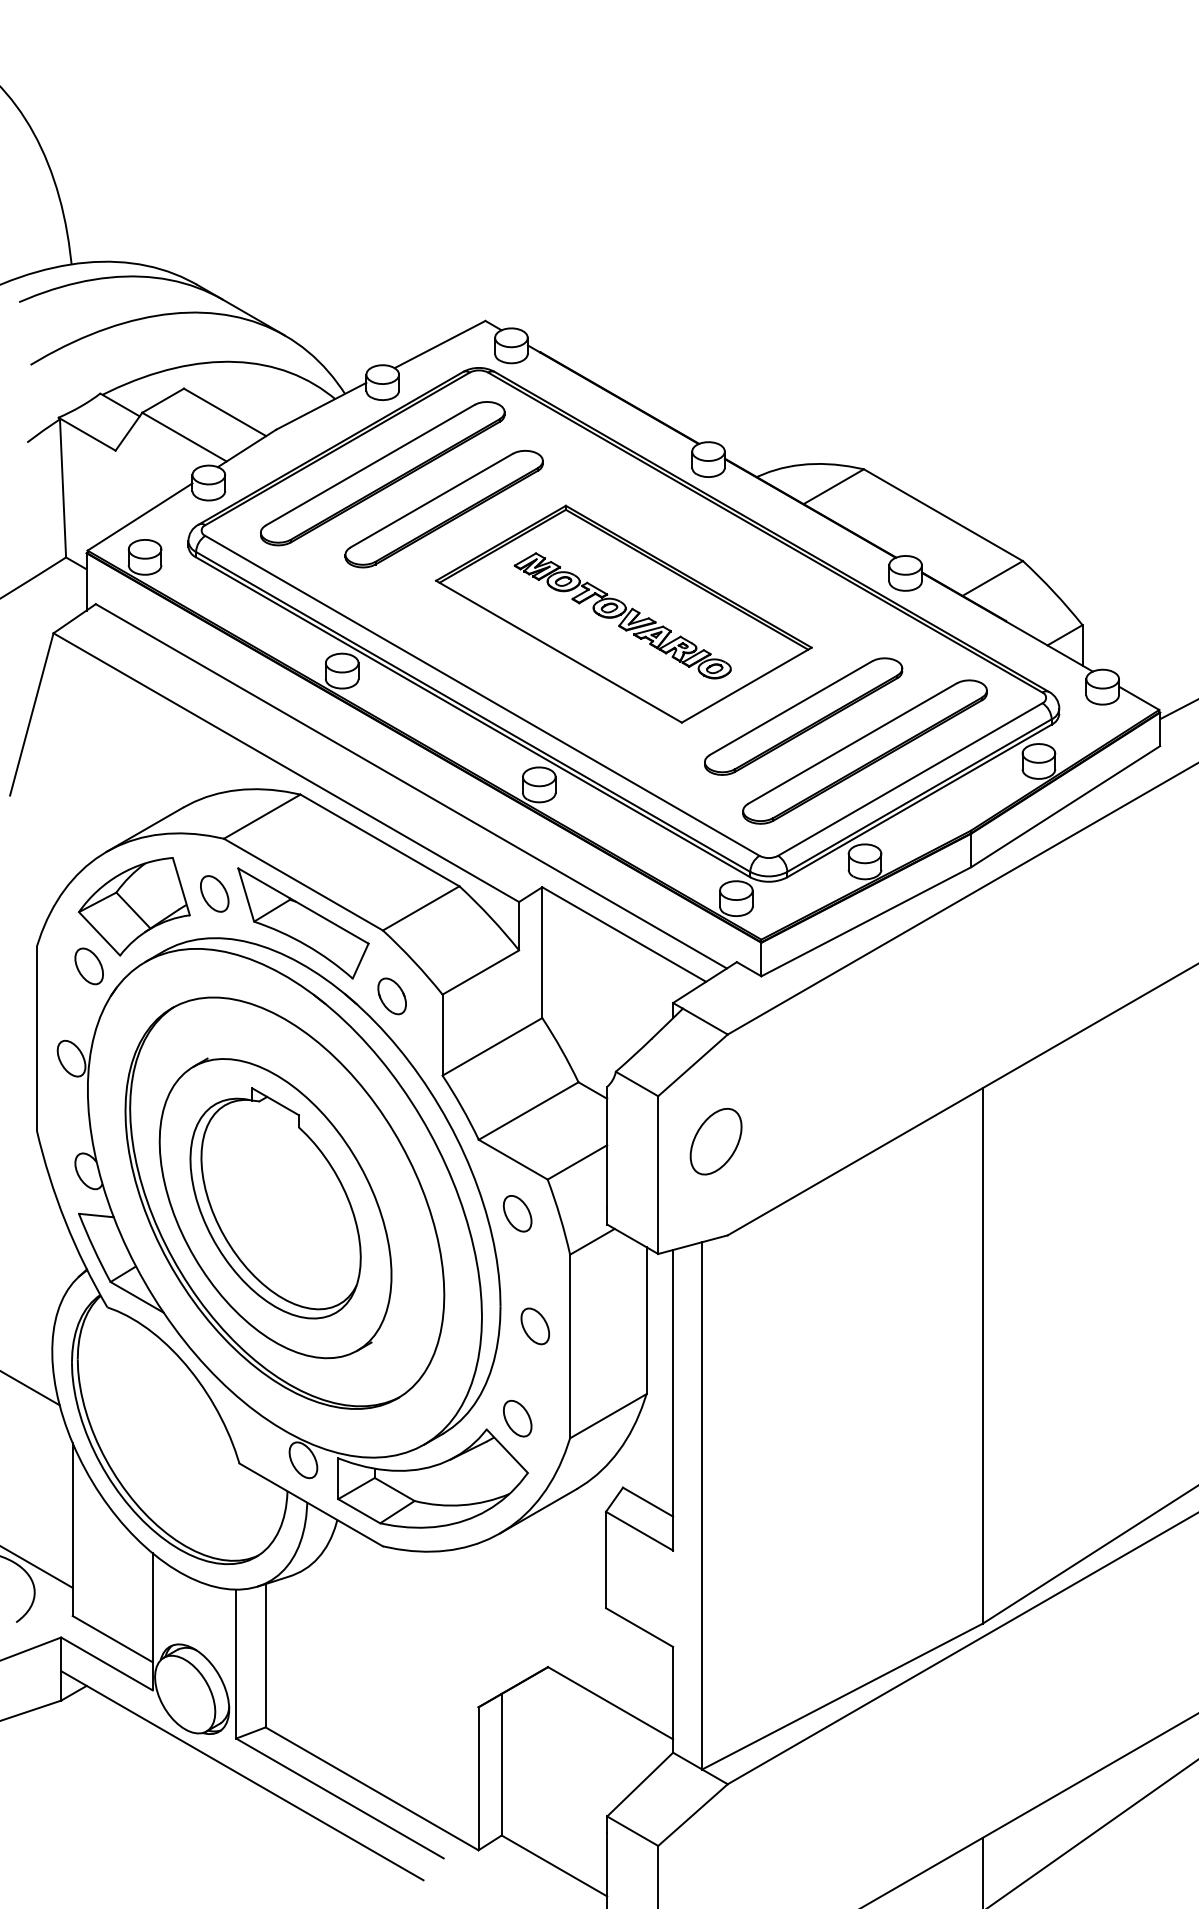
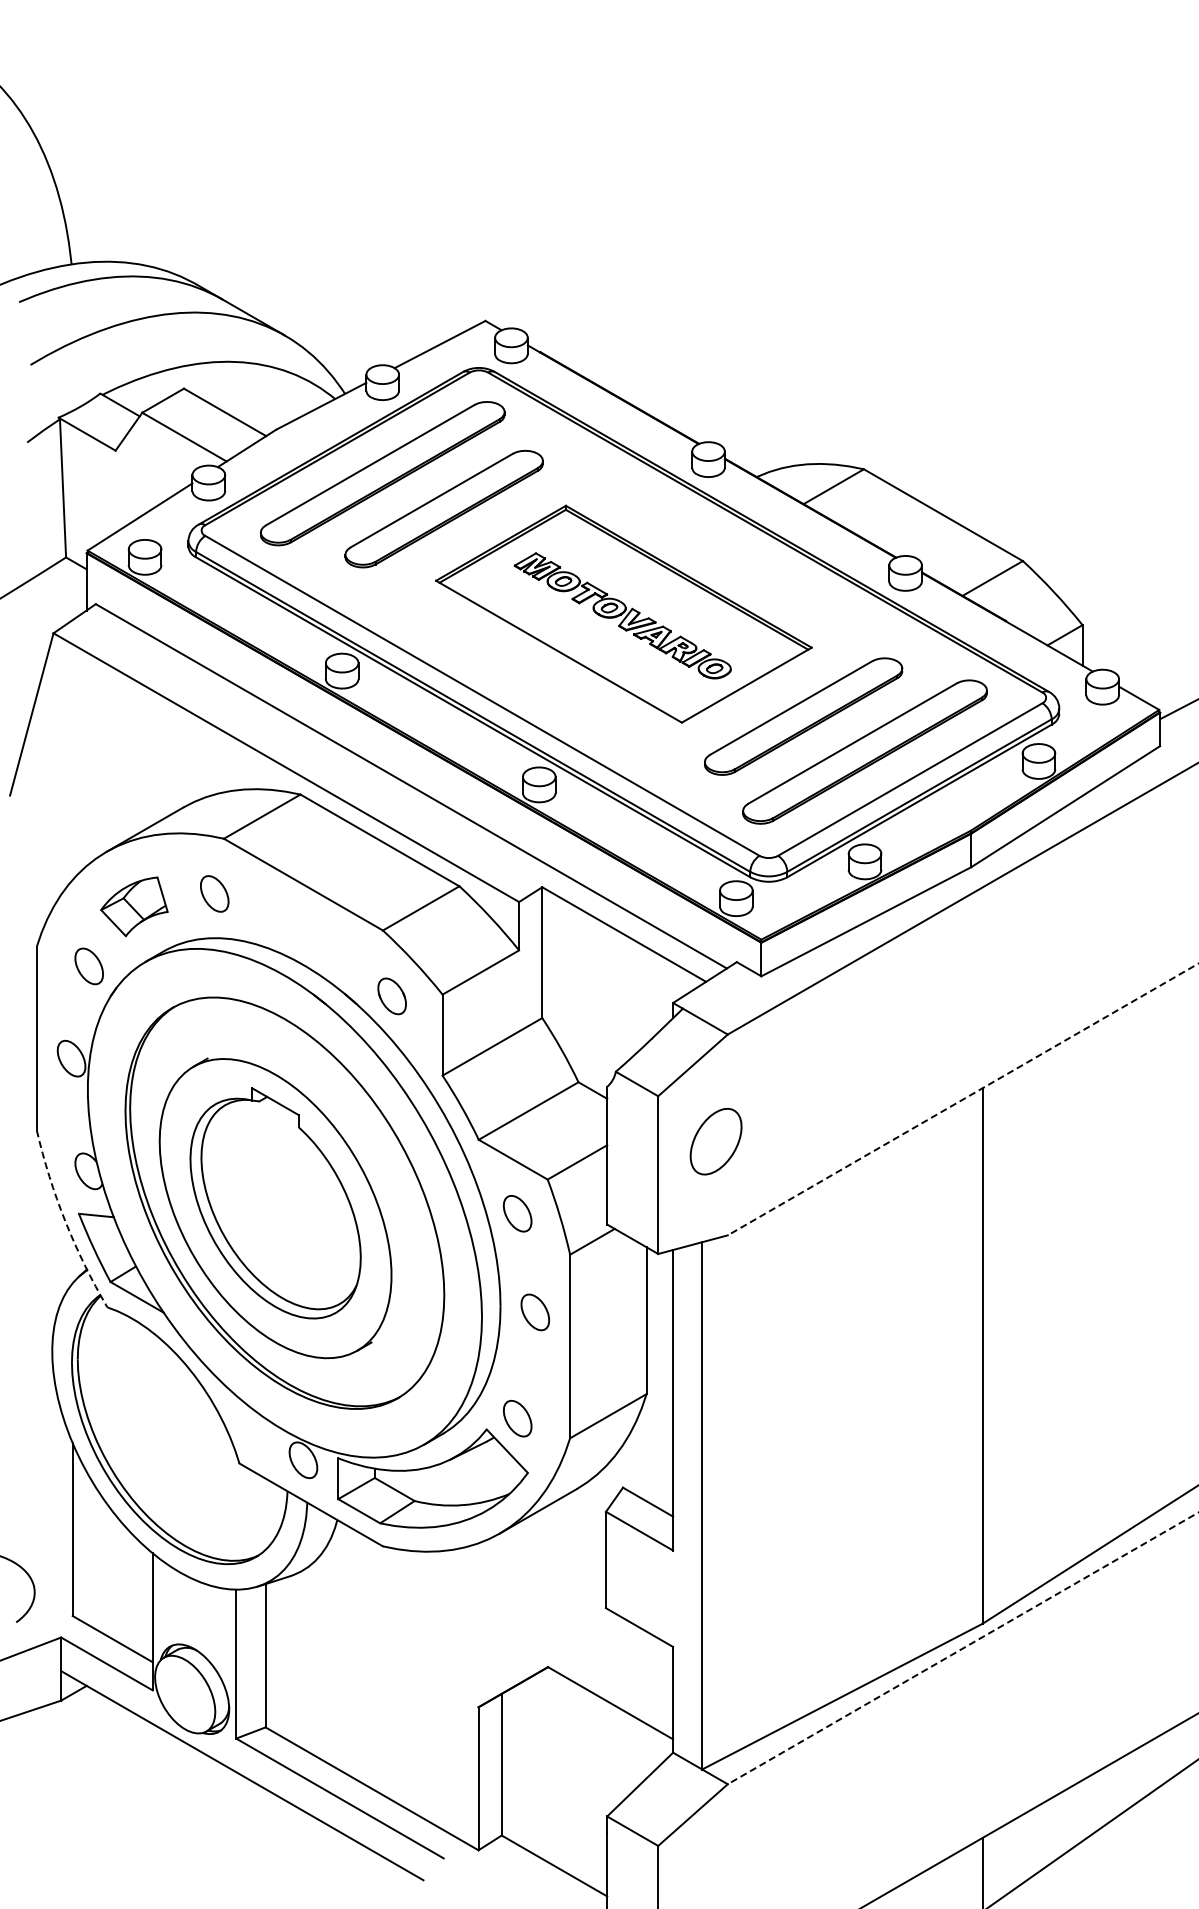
part at (134, 906) size: 113x100 px -> 69x62 px
part at (303, 923): present -> none
line at (963, 1099): solid -> dashed
arc at (65, 1221): solid -> dashed
part at (534, 1326) position: (534, 1326) -> (534, 1312)
line at (30, 1388): present -> none
line at (37, 1567): present -> none
line at (963, 1648): solid -> dashed
